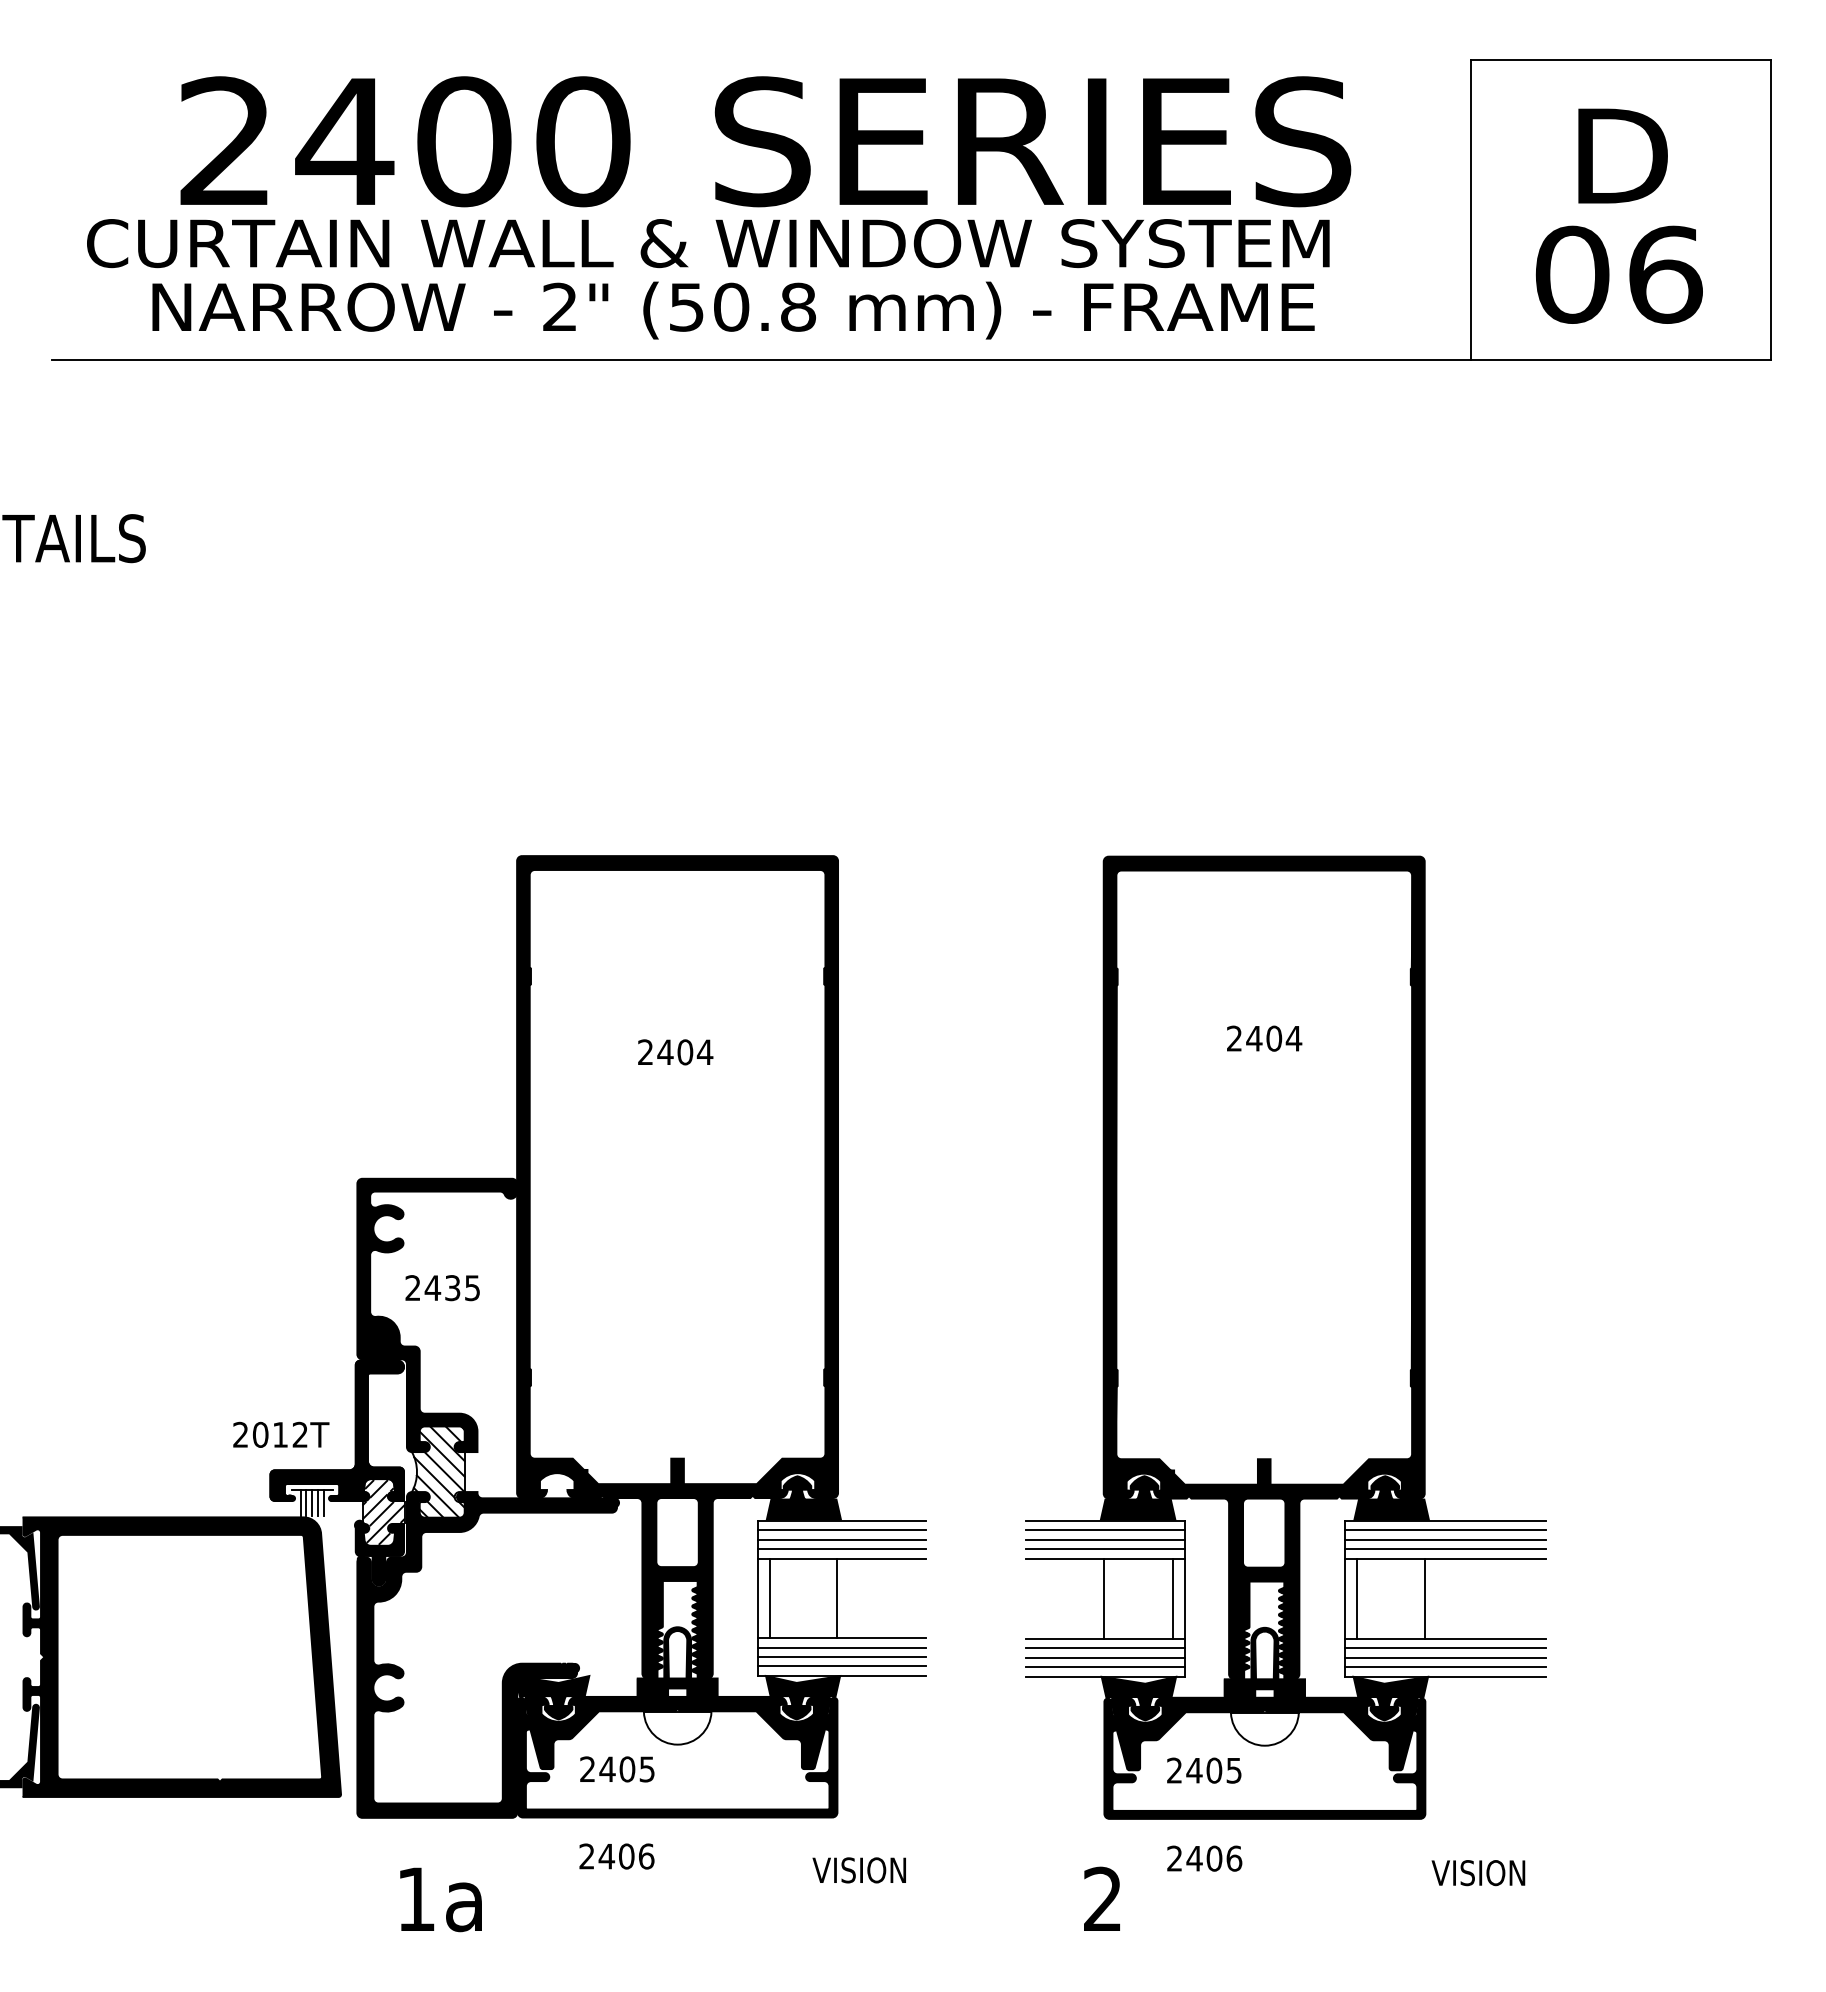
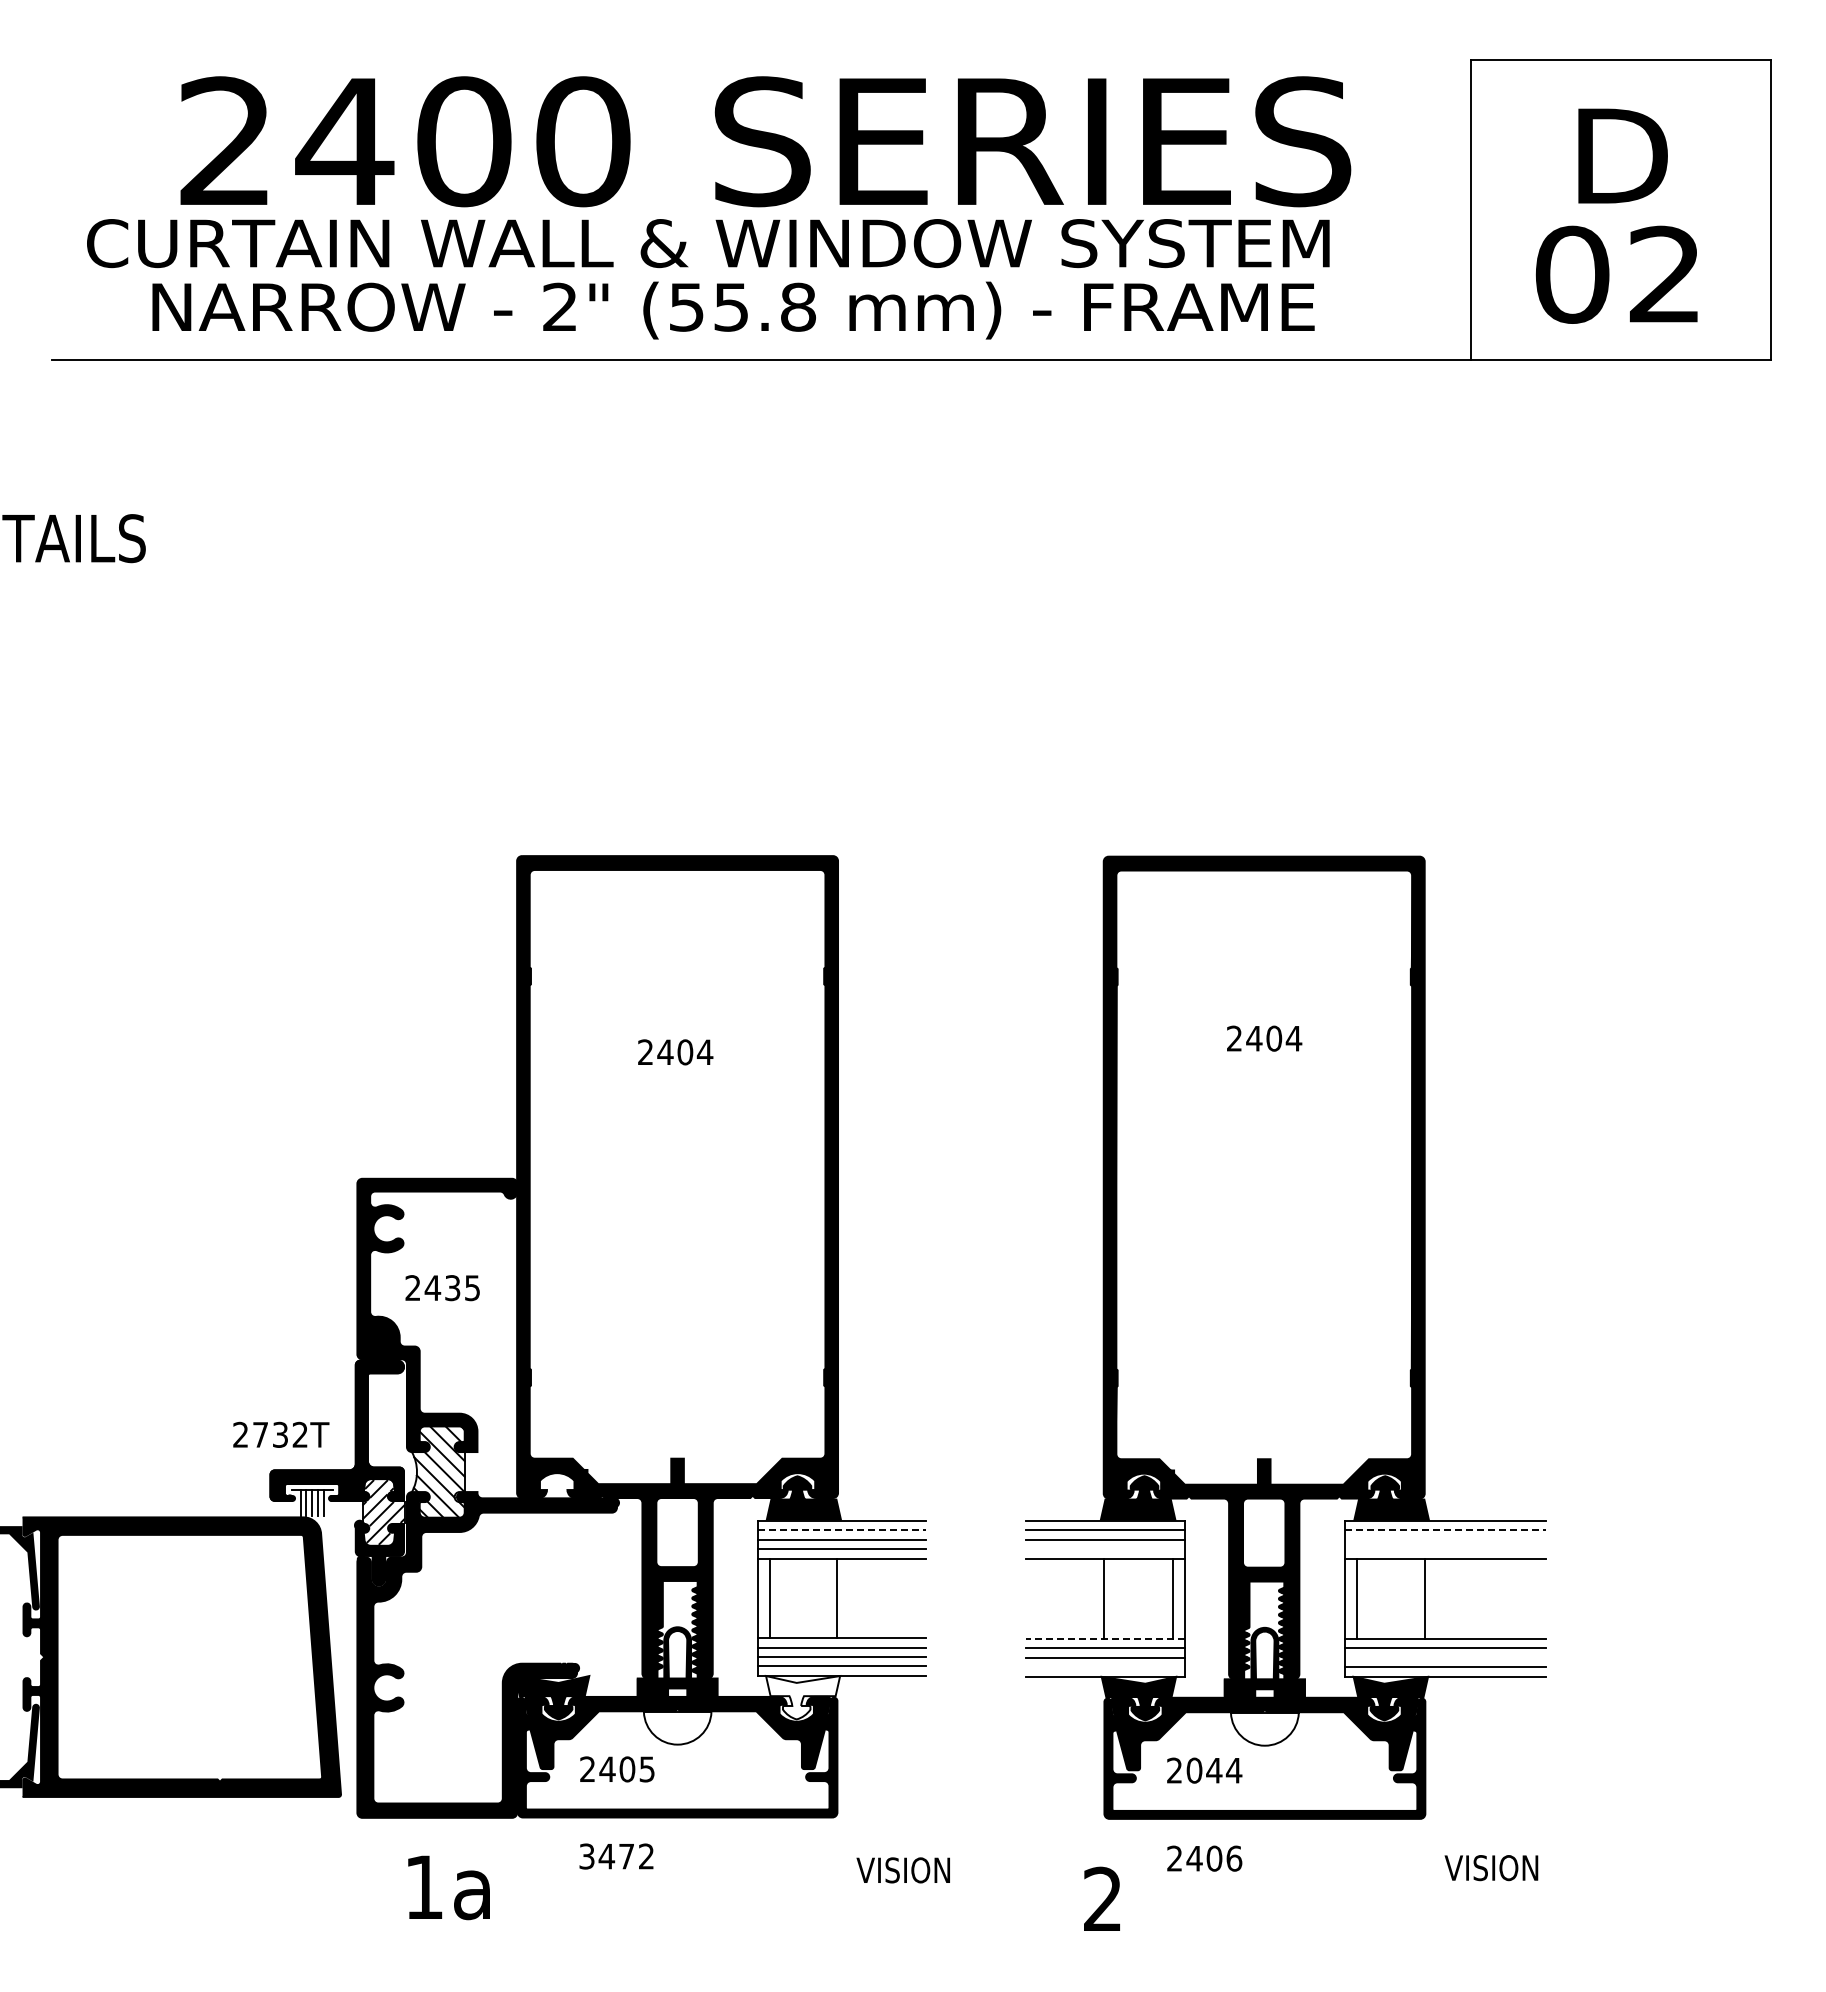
text at (1665, 274): 06 -> 02
text at (731, 306): (50.8 -> (55.8
text at (269, 1434): 2012T -> 2732T
line at (841, 1530): solid -> dashed
line at (1446, 1530): solid -> dashed
line at (1445, 1539): present -> none
line at (1105, 1549): present -> none
line at (1445, 1549): present -> none
line at (1105, 1638): solid -> dashed
line at (1445, 1657): present -> none
line at (1105, 1667): present -> none
fill at (803, 1697): present -> none
text at (1214, 1770): 2405 -> 2044
text at (616, 1856): 2406 -> 3472
text at (858, 1870) position: (858, 1870) -> (902, 1870)
text at (1478, 1873) position: (1478, 1873) -> (1491, 1868)
text at (440, 1899) position: (440, 1899) -> (448, 1887)
